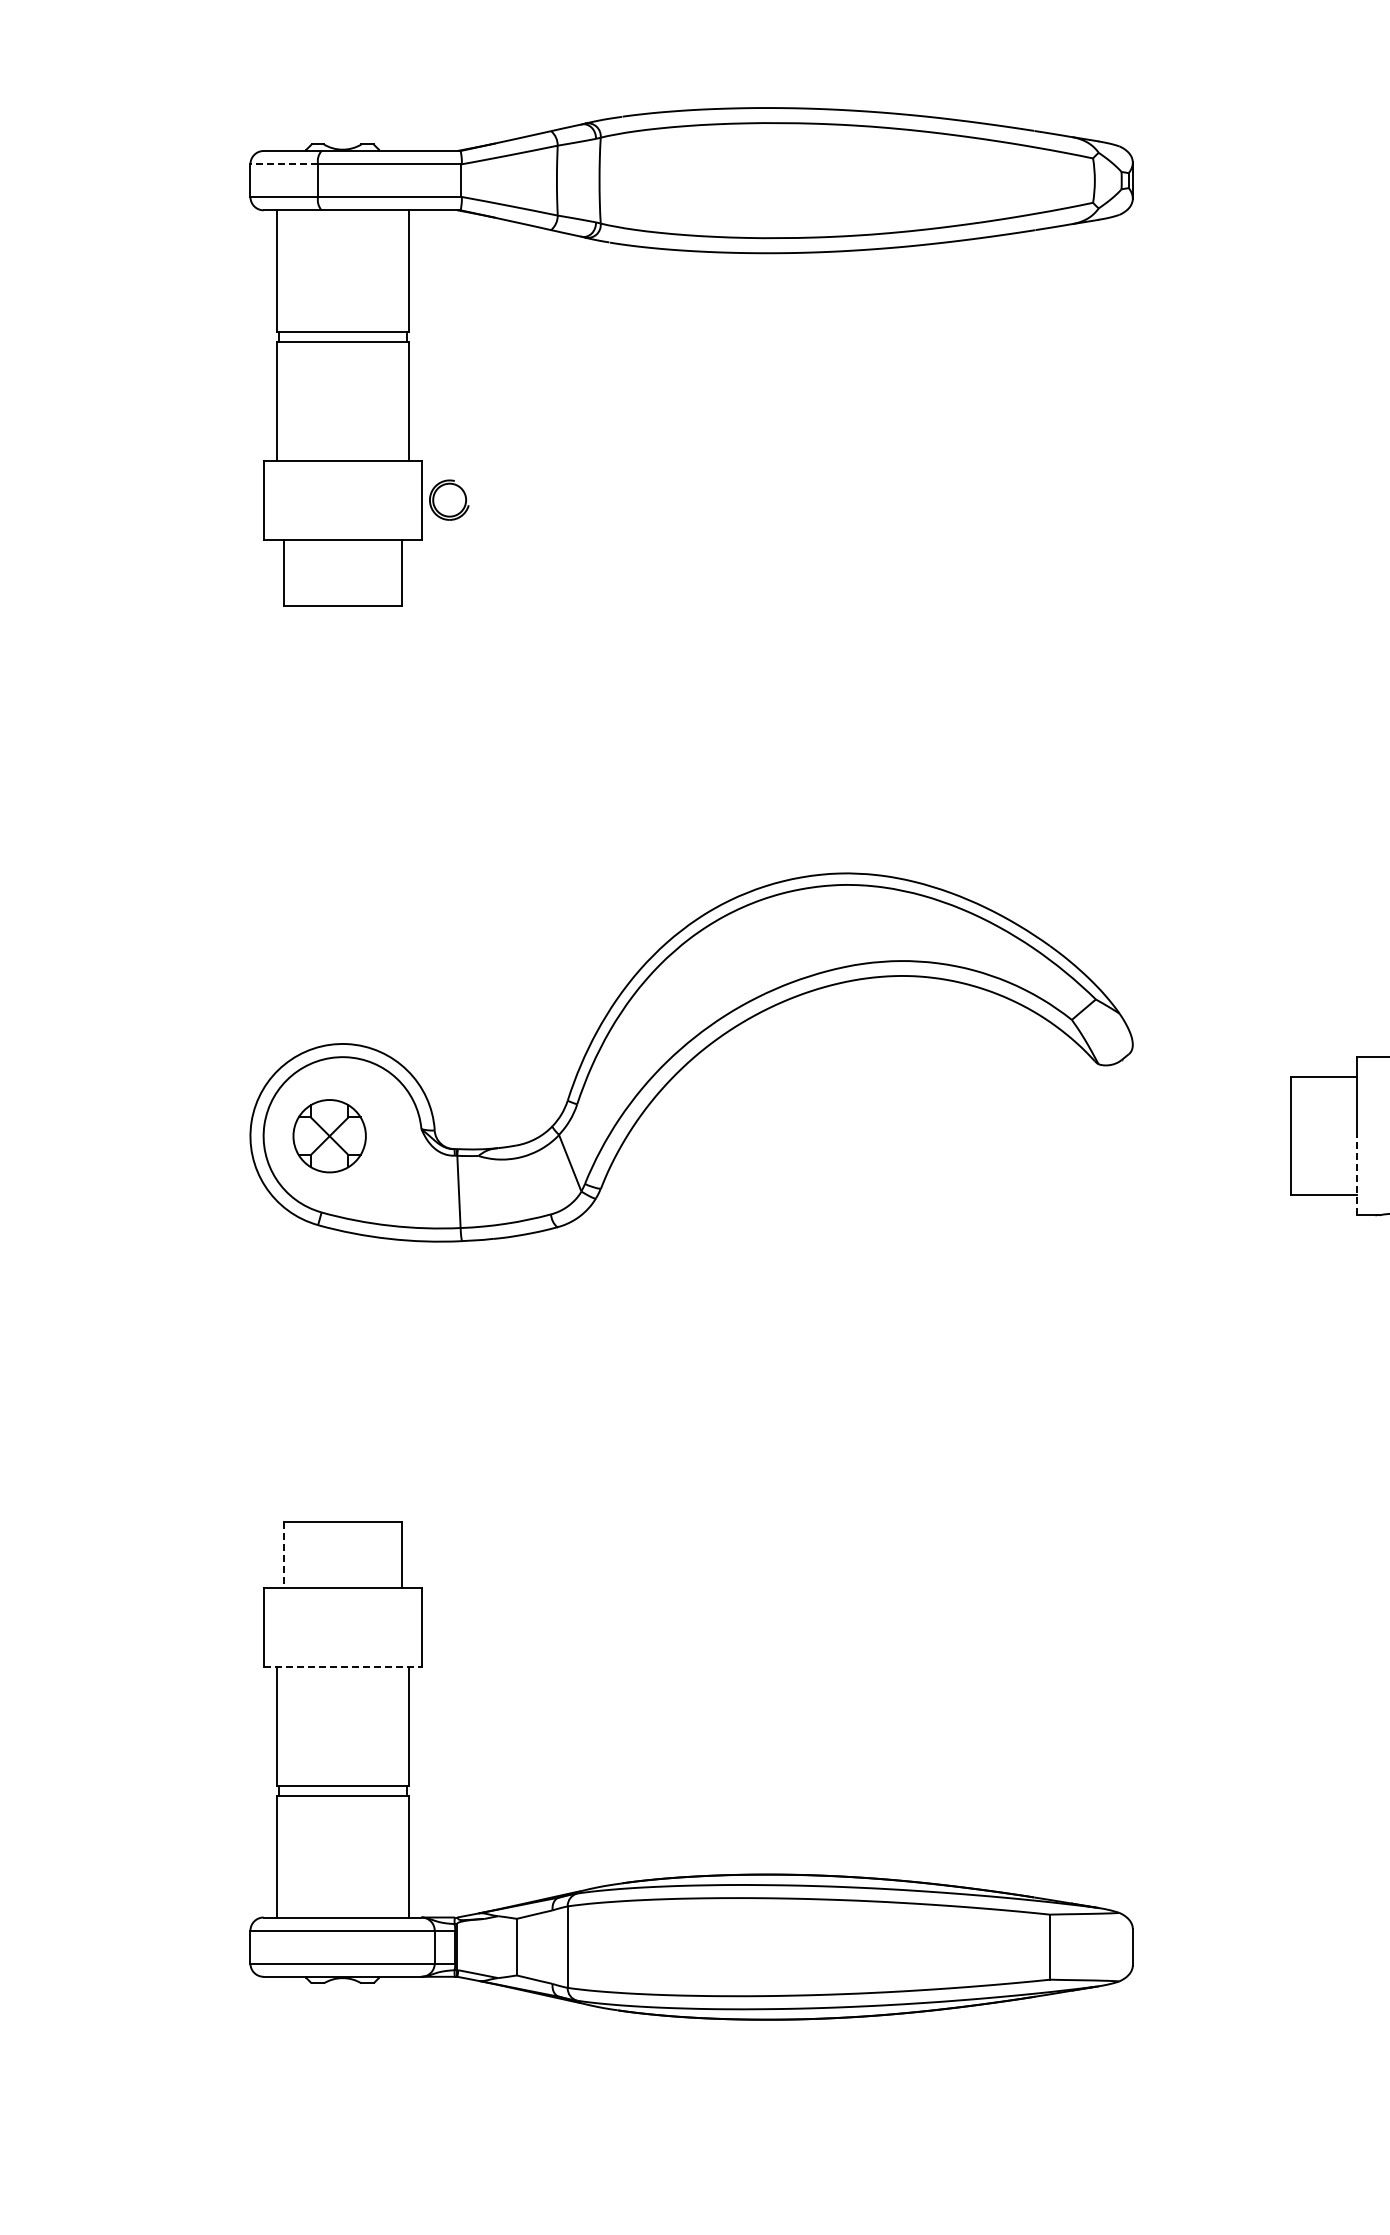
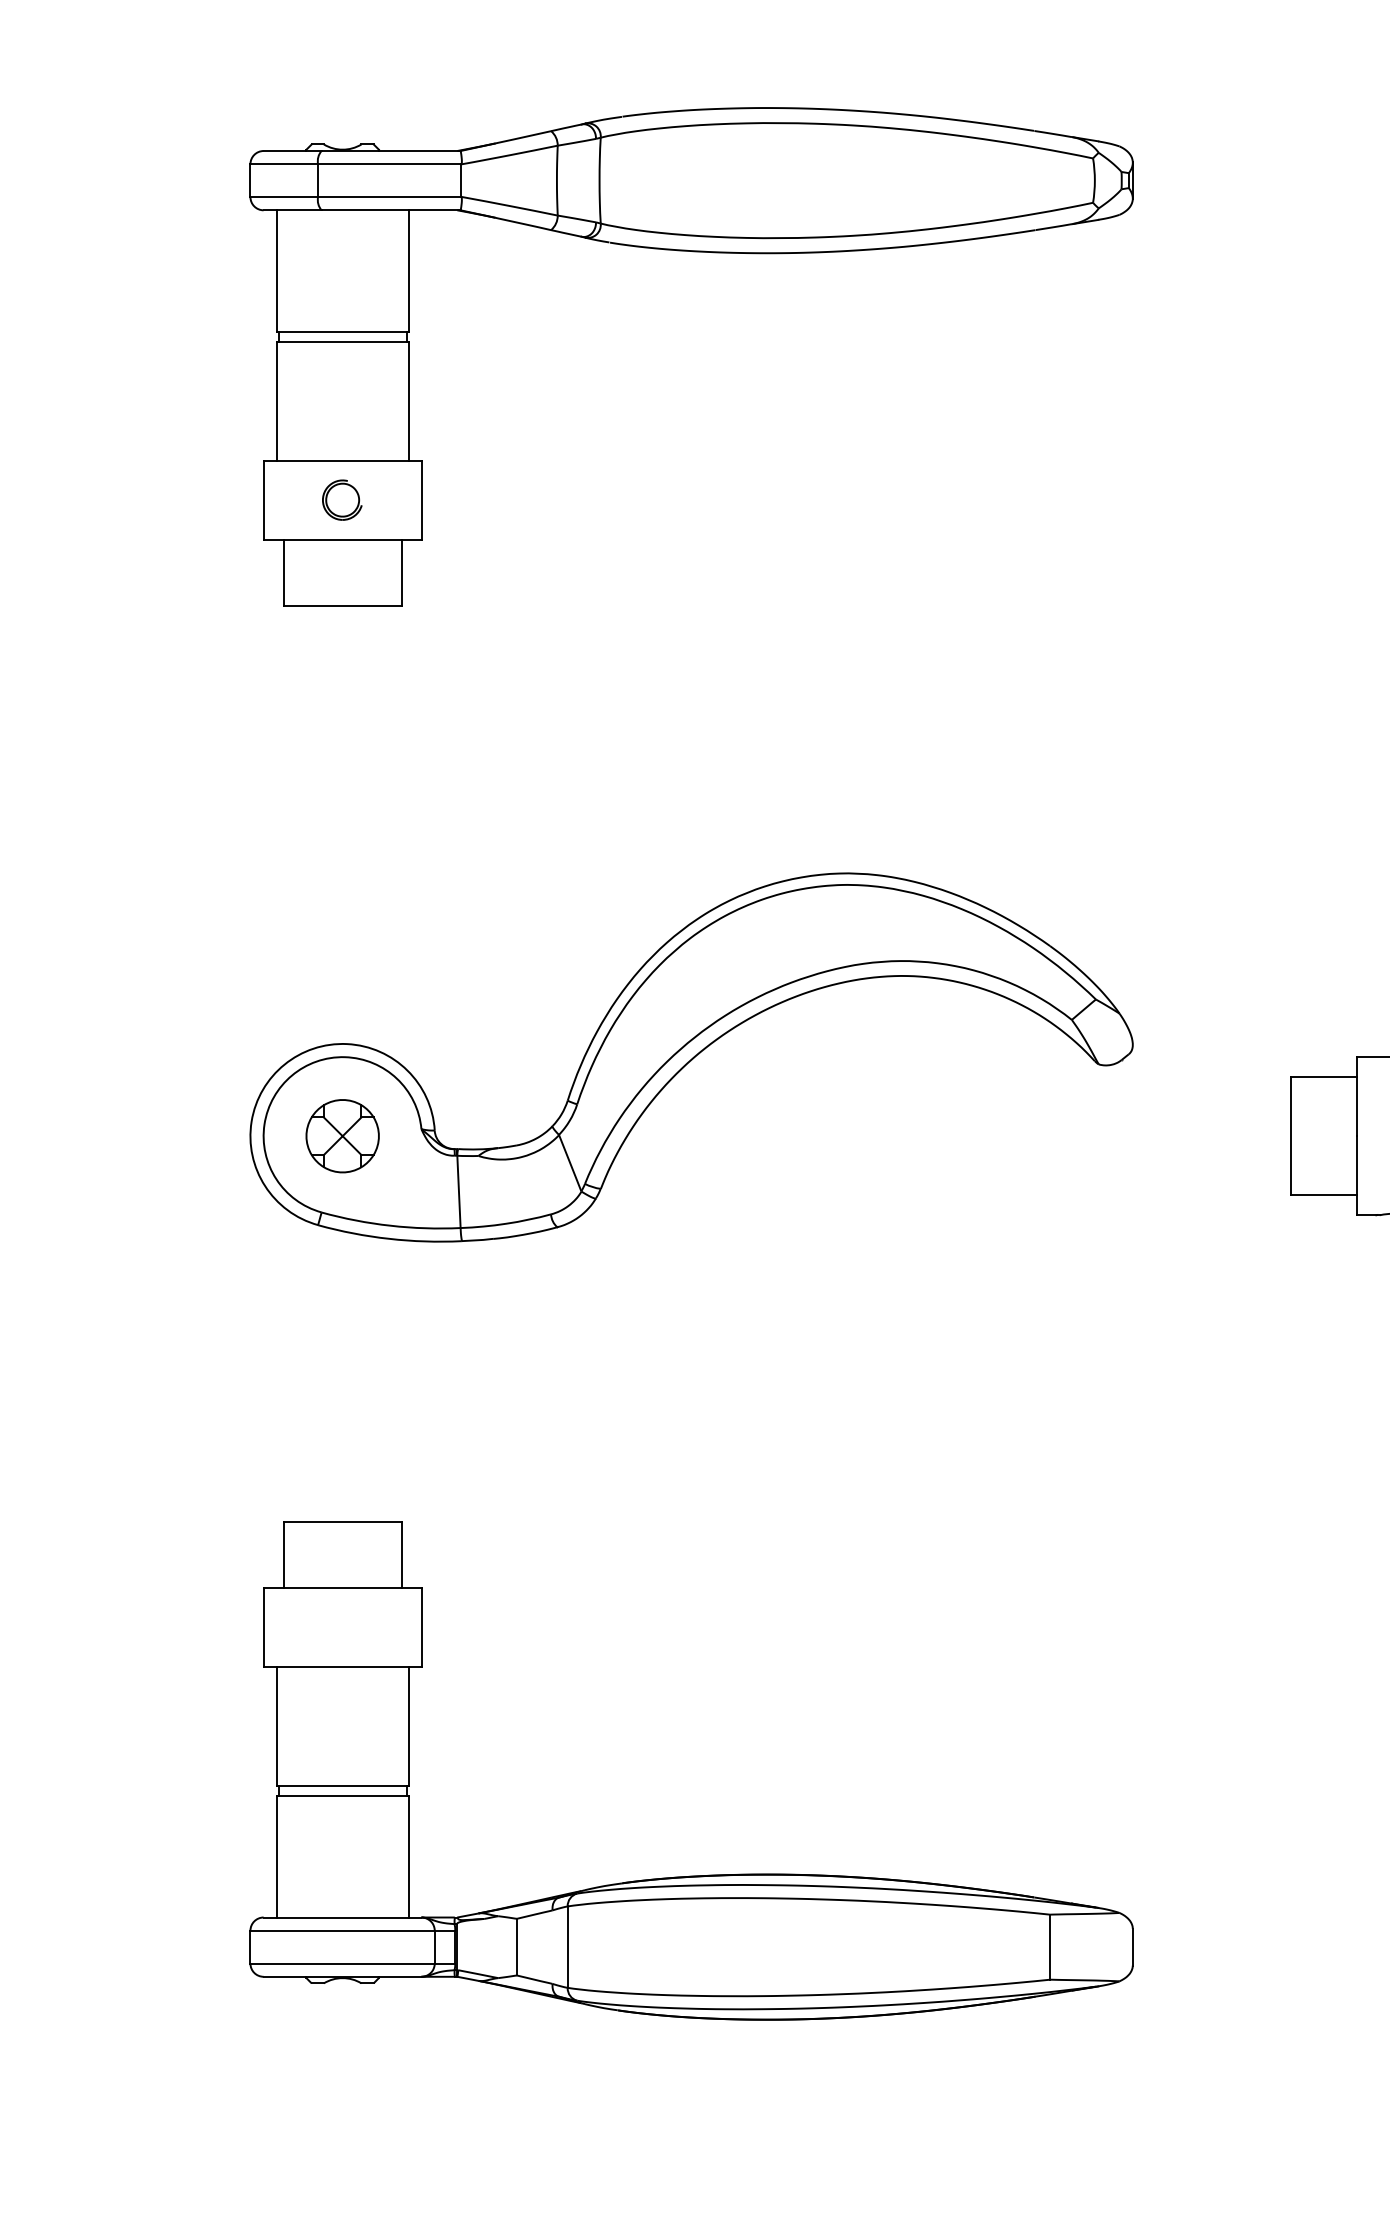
line at (284, 164): dashed -> solid
part at (449, 499) position: (449, 499) -> (342, 499)
part at (329, 1136) position: (329, 1136) -> (342, 1136)
line at (1356, 1175): dashed -> solid
line at (283, 1555): dashed -> solid
line at (343, 1667): dashed -> solid
